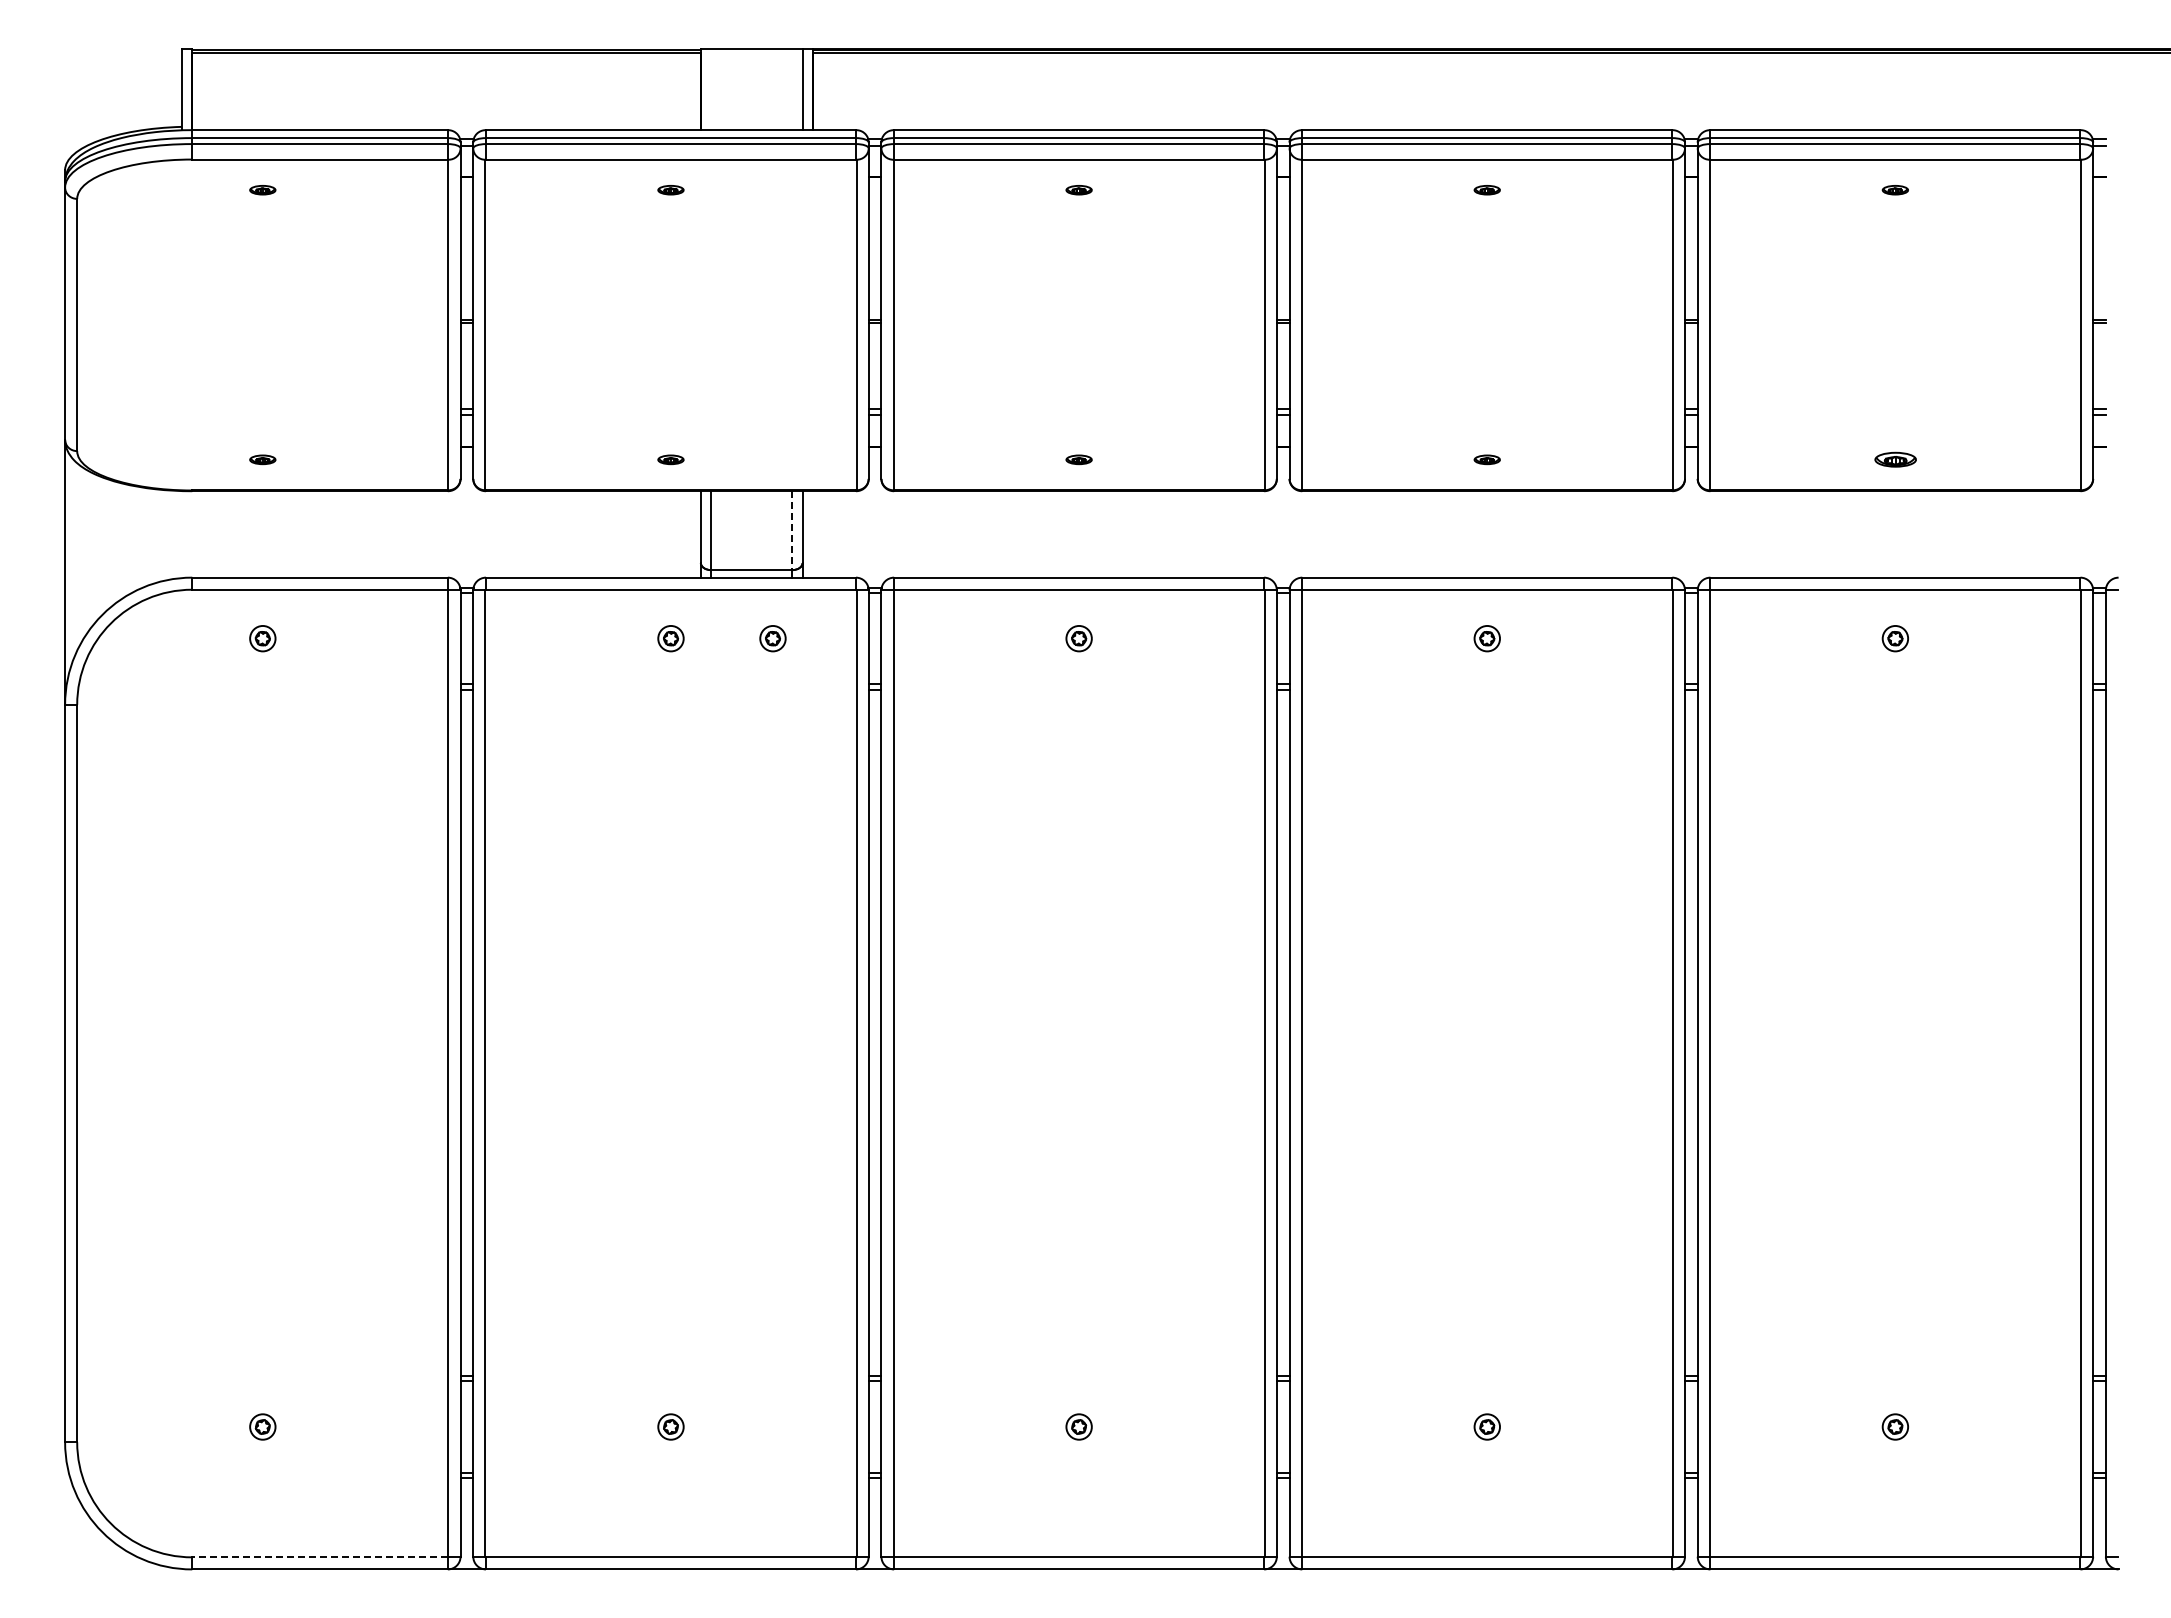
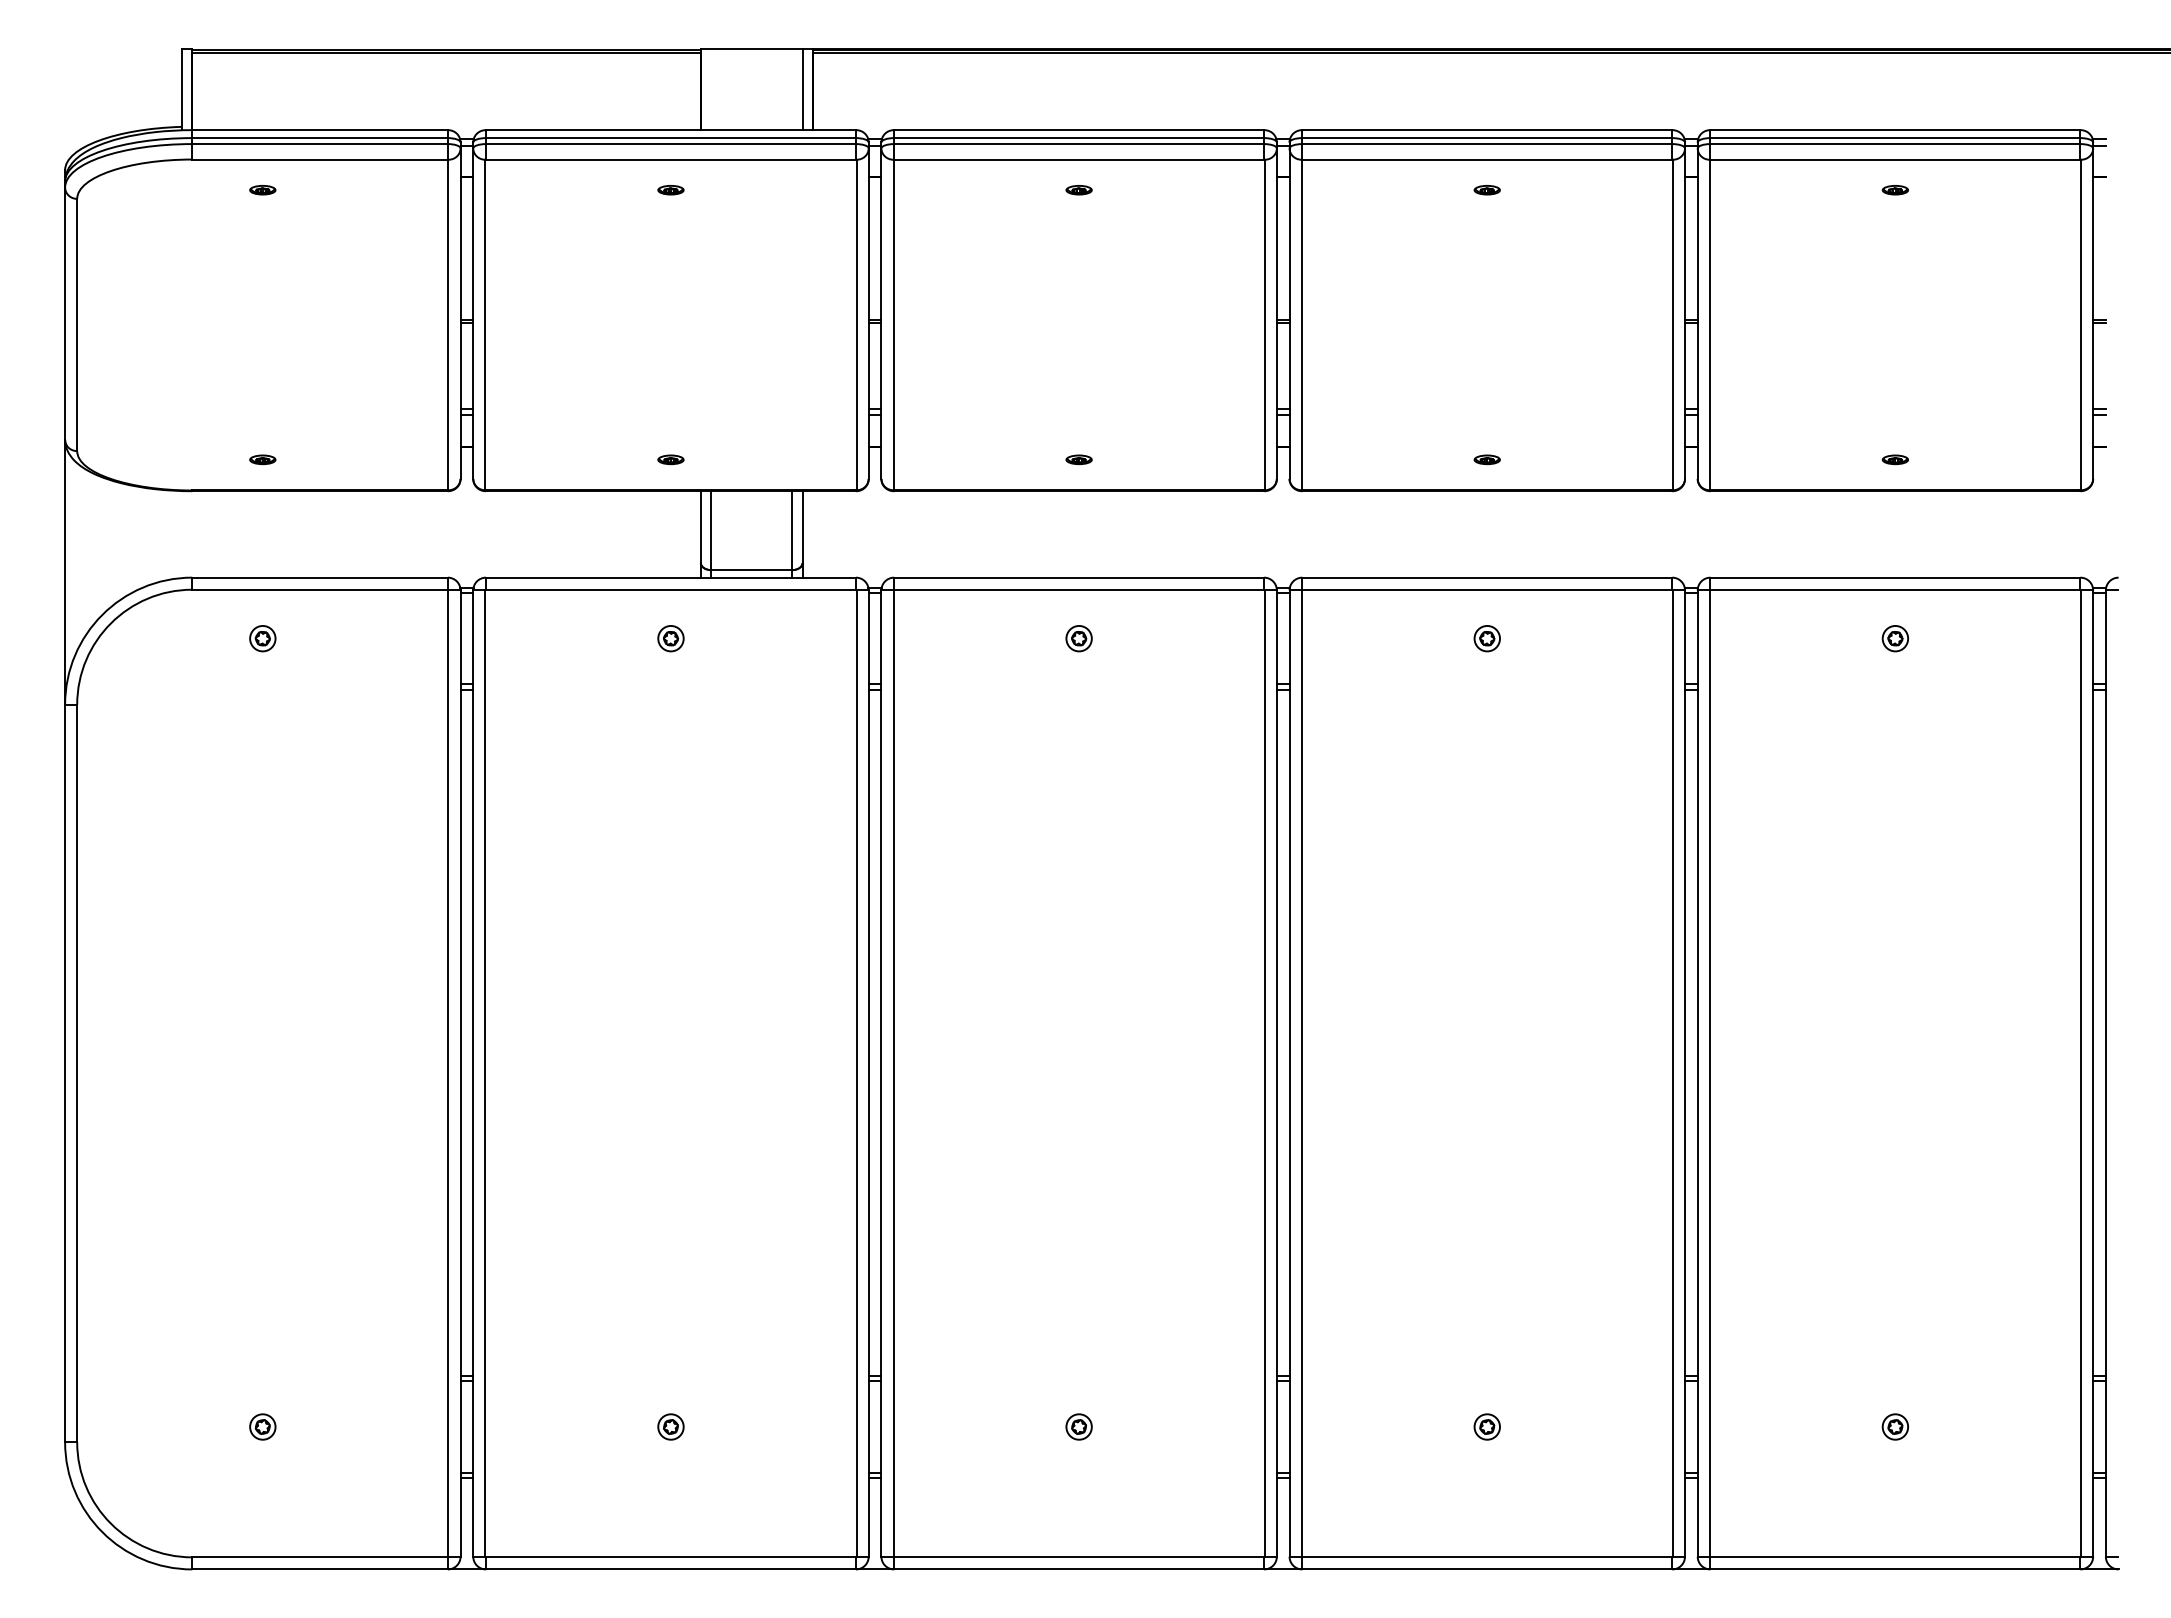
part at (1895, 459) size: 43x17 px -> 28x12 px
line at (792, 531): dashed -> solid
part at (772, 638): present -> none
line at (320, 1557): dashed -> solid
